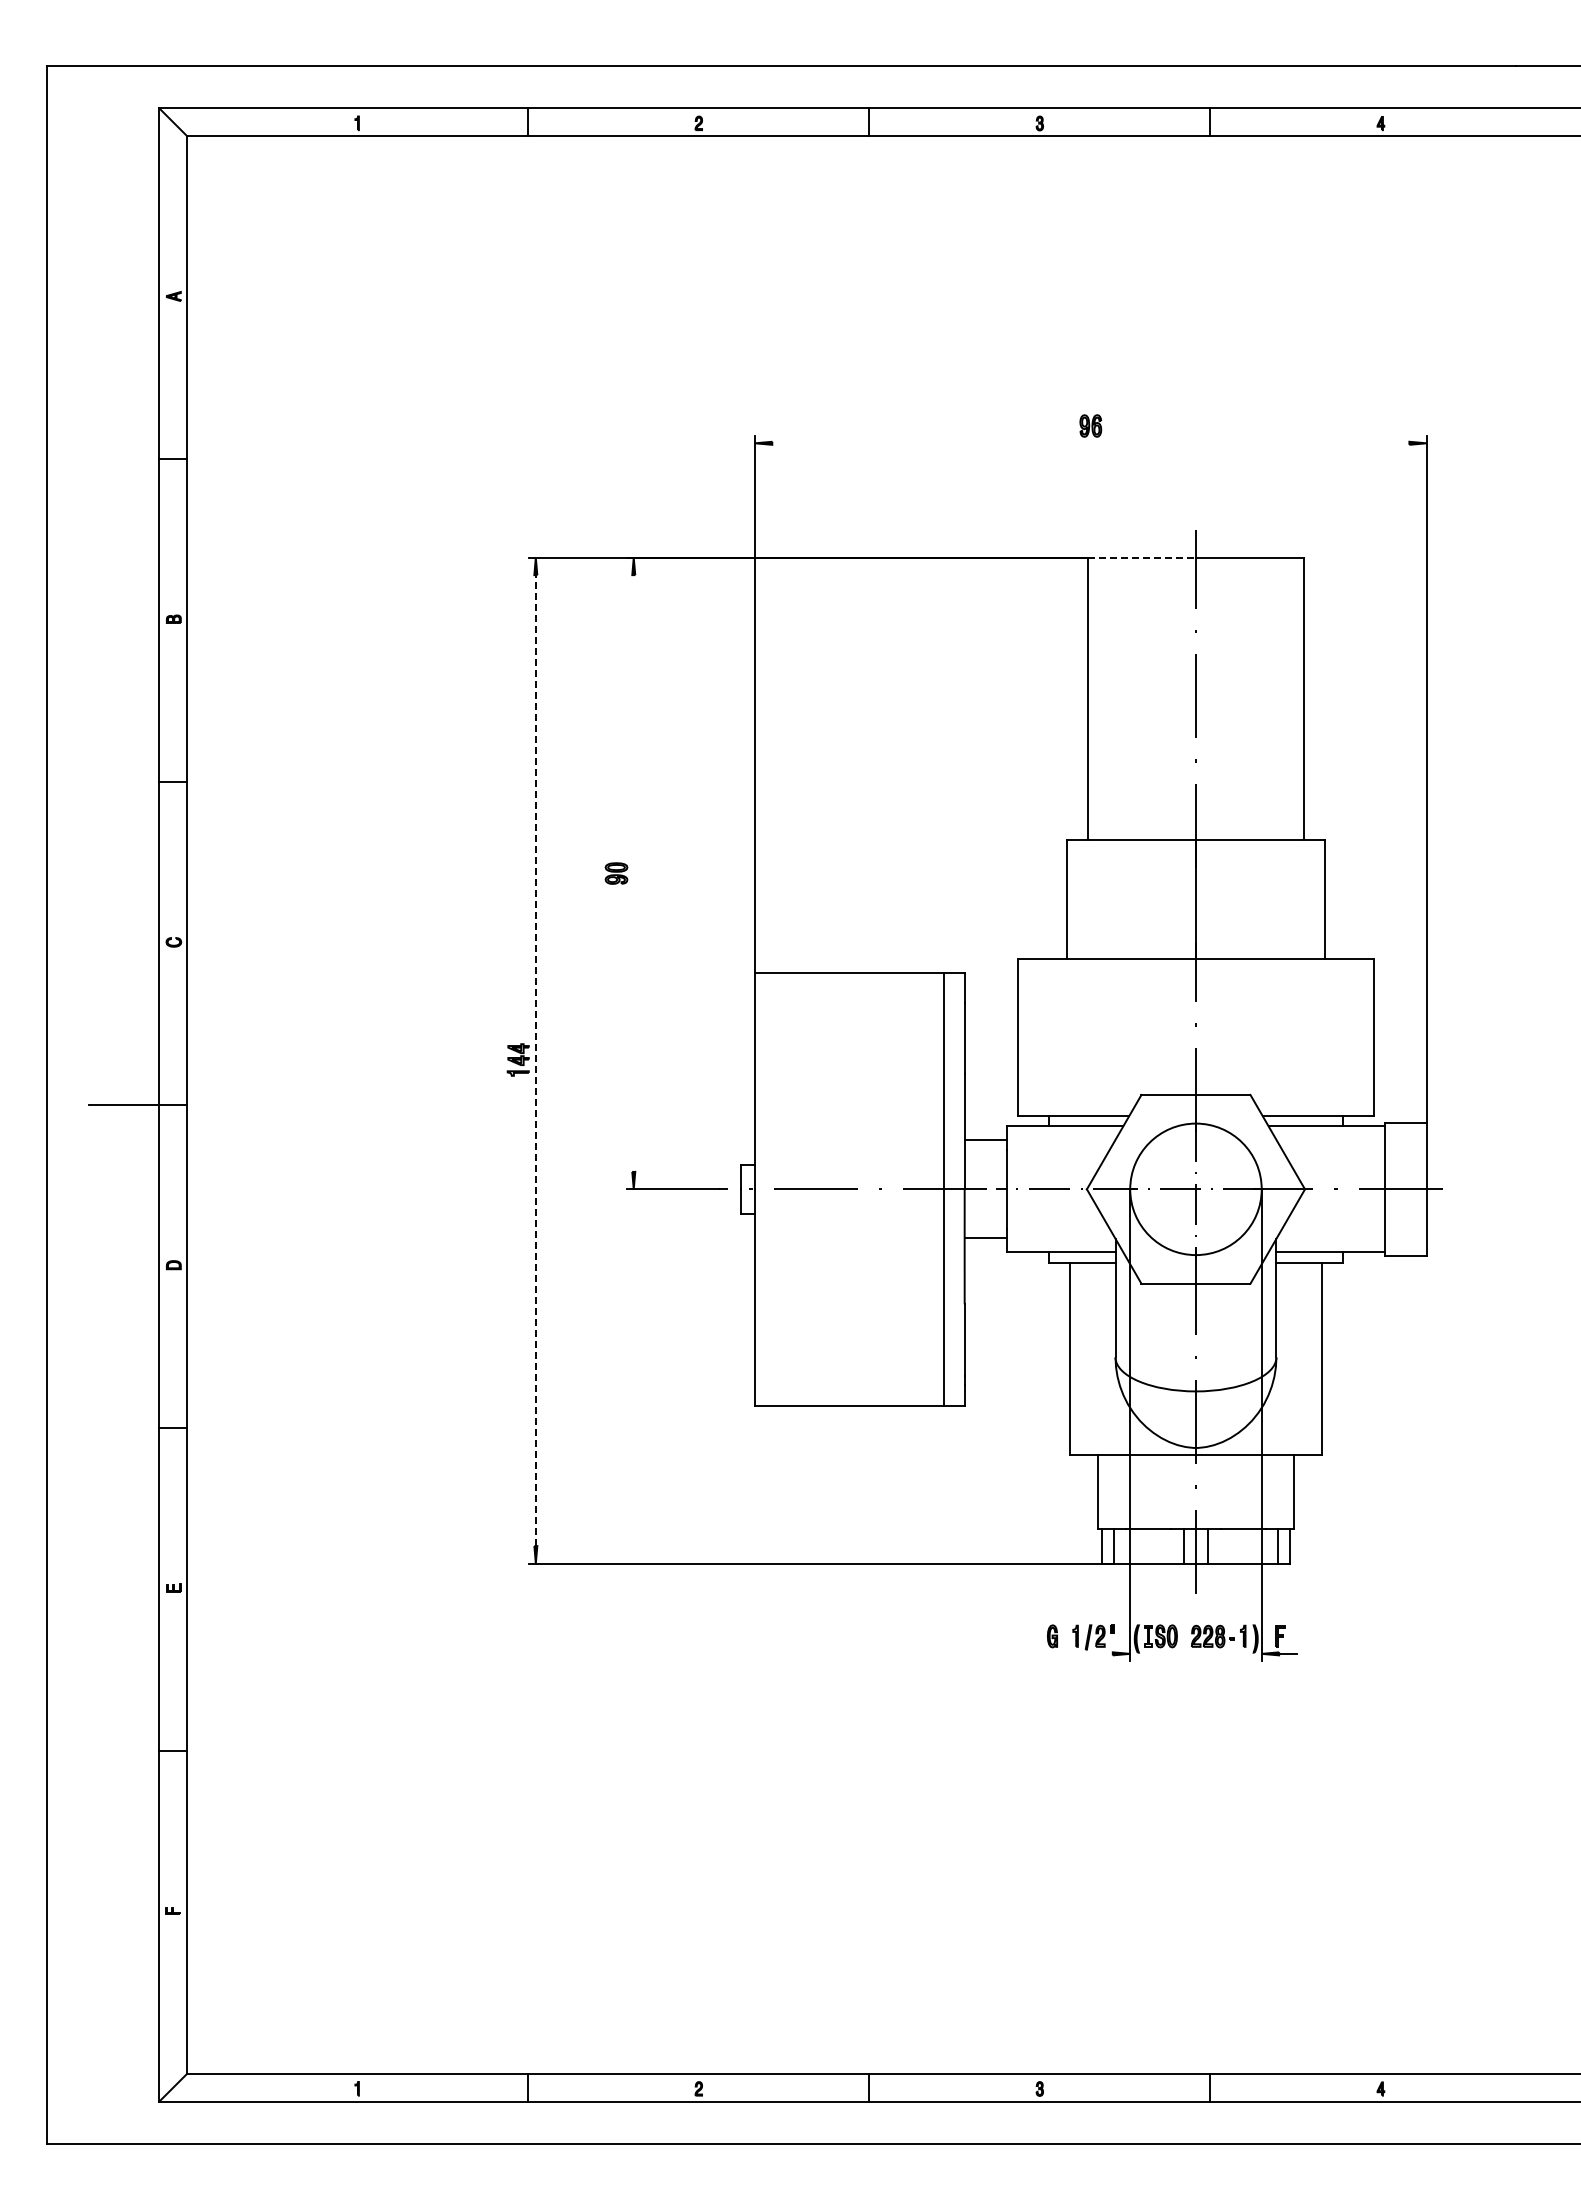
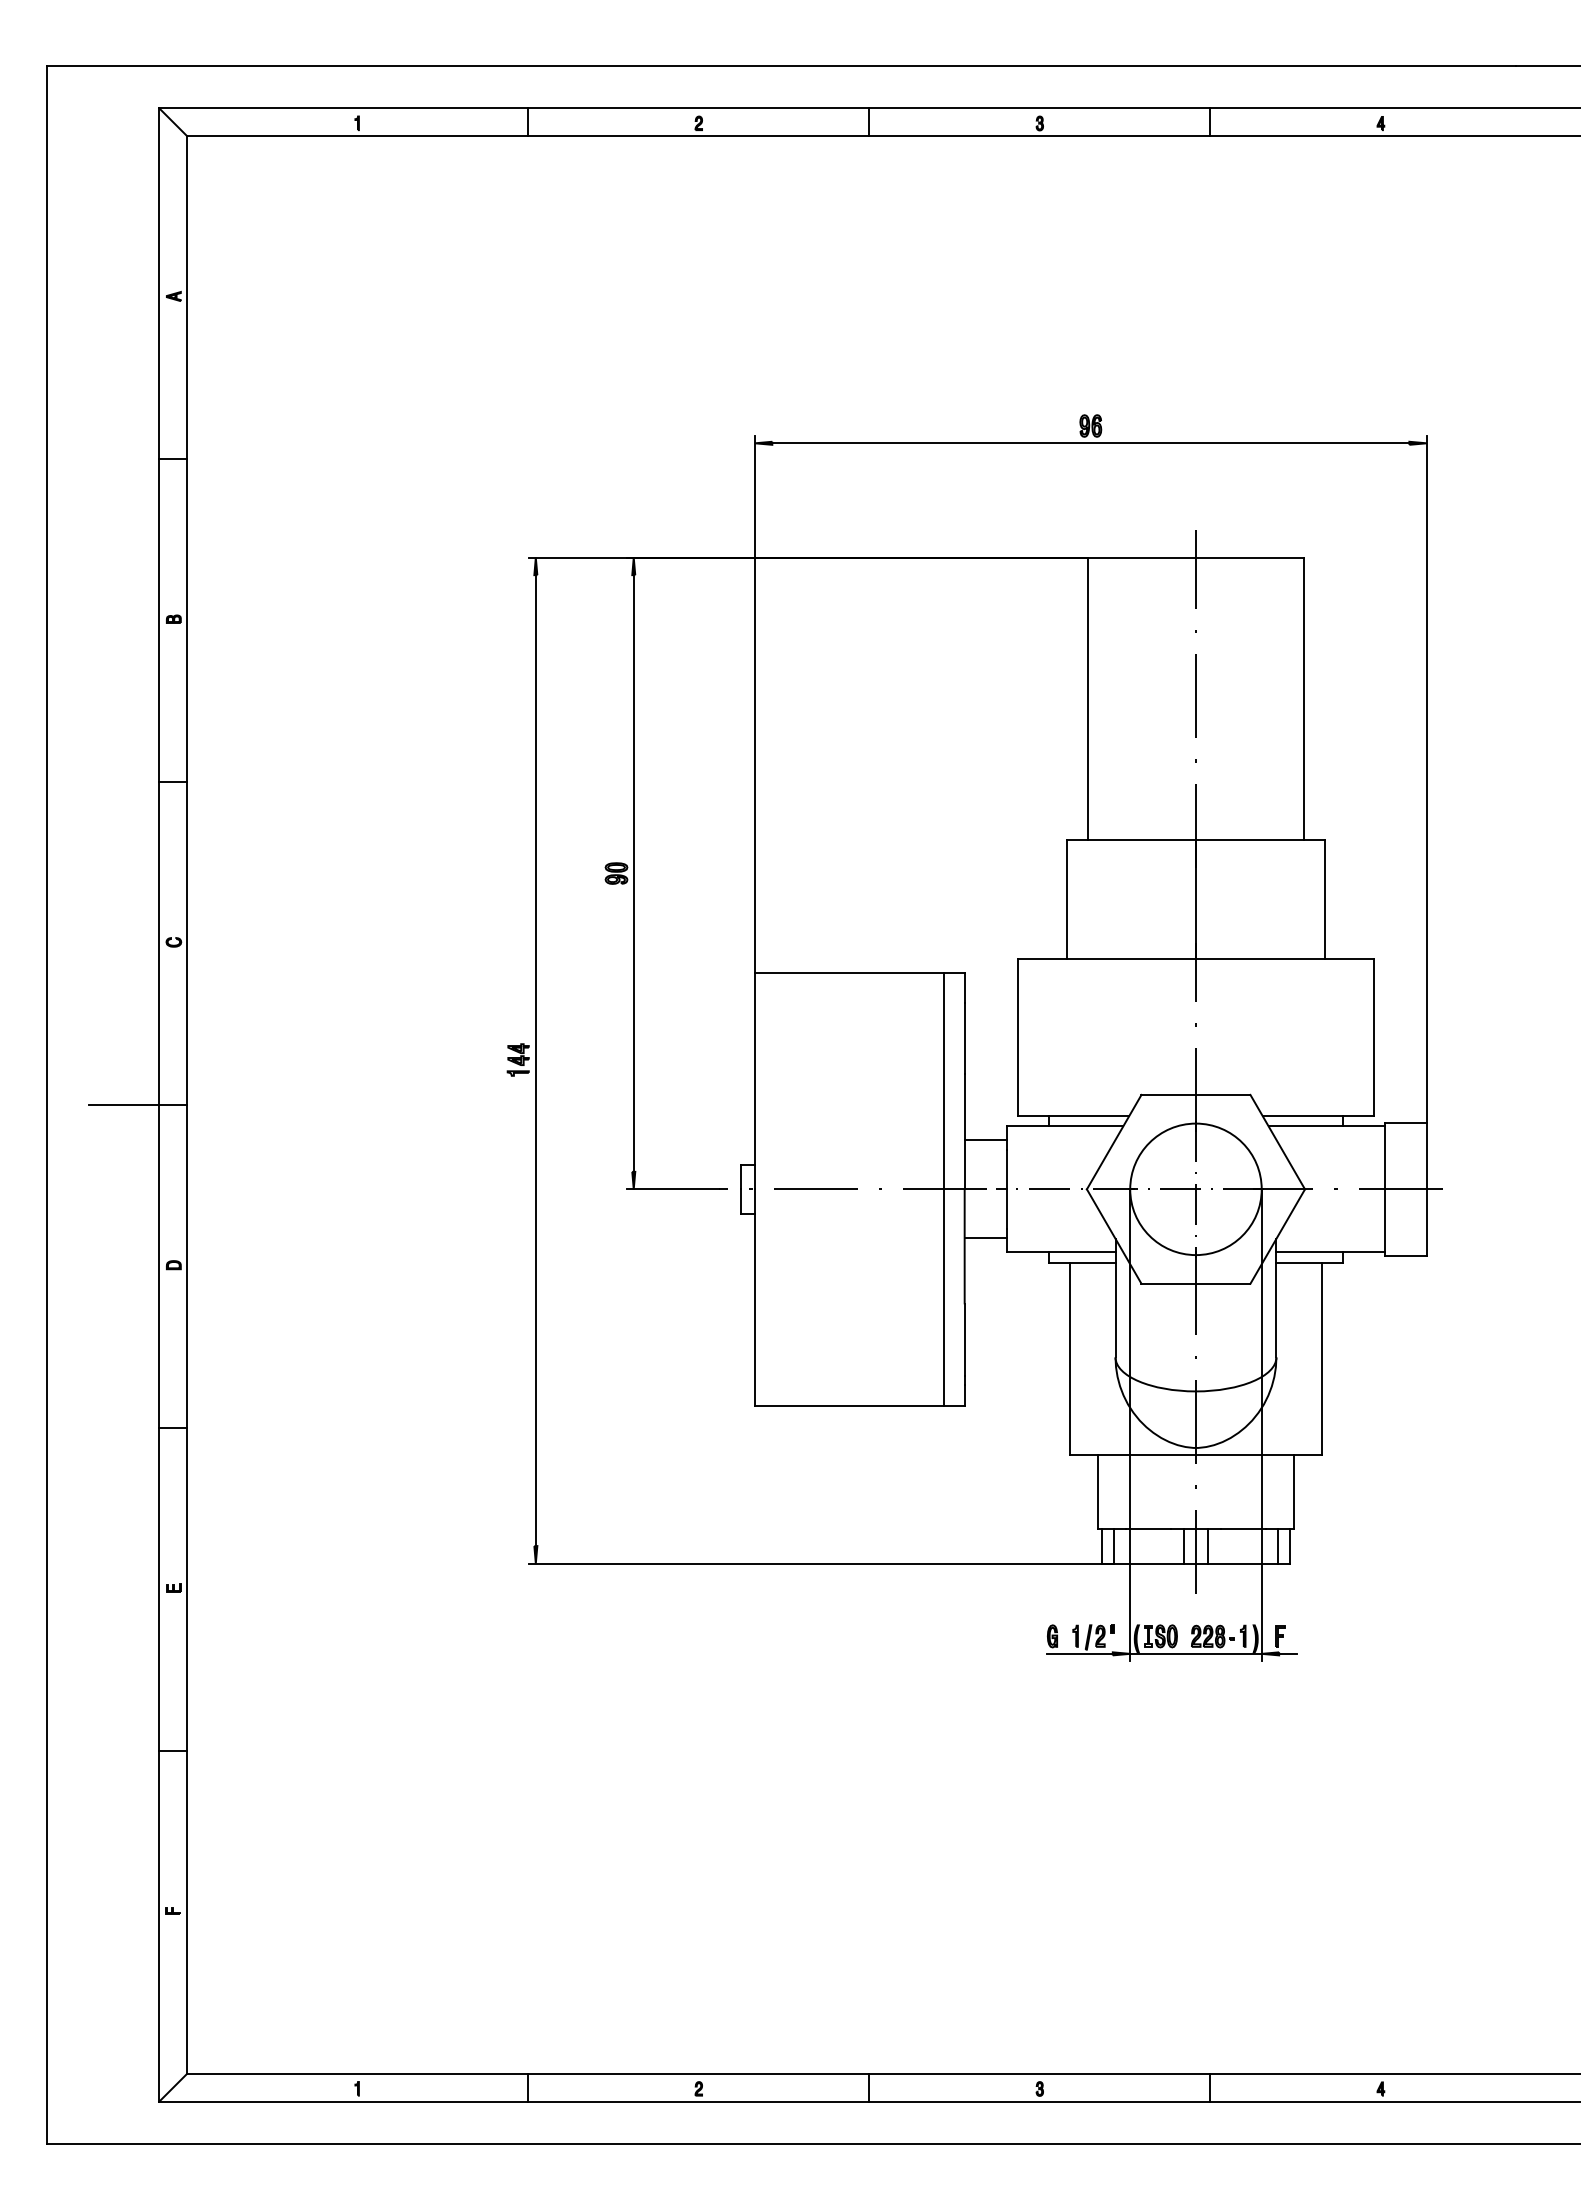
line at (1090, 443): none -> present
line at (1142, 557): dashed -> solid
line at (633, 873): none -> present
line at (535, 1060): dashed -> solid
line at (1079, 1653): none -> present
line at (1195, 1653): none -> present
